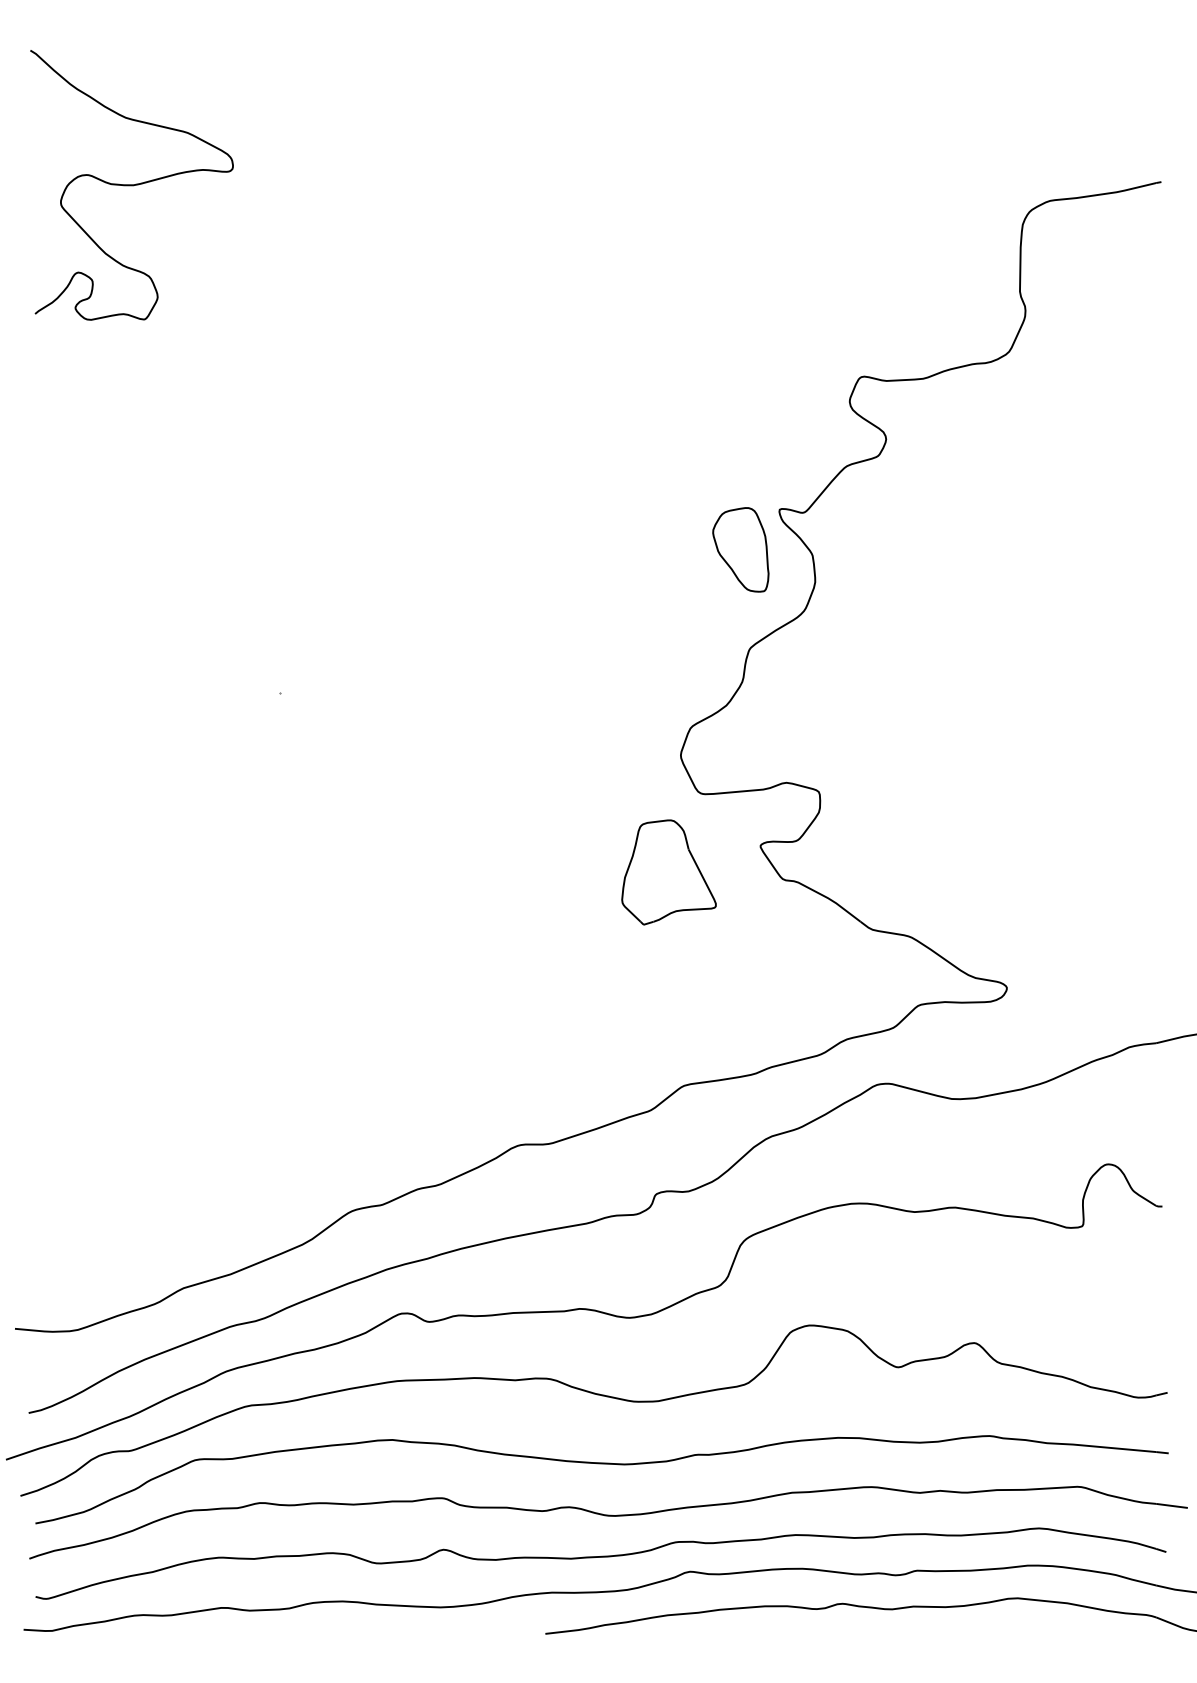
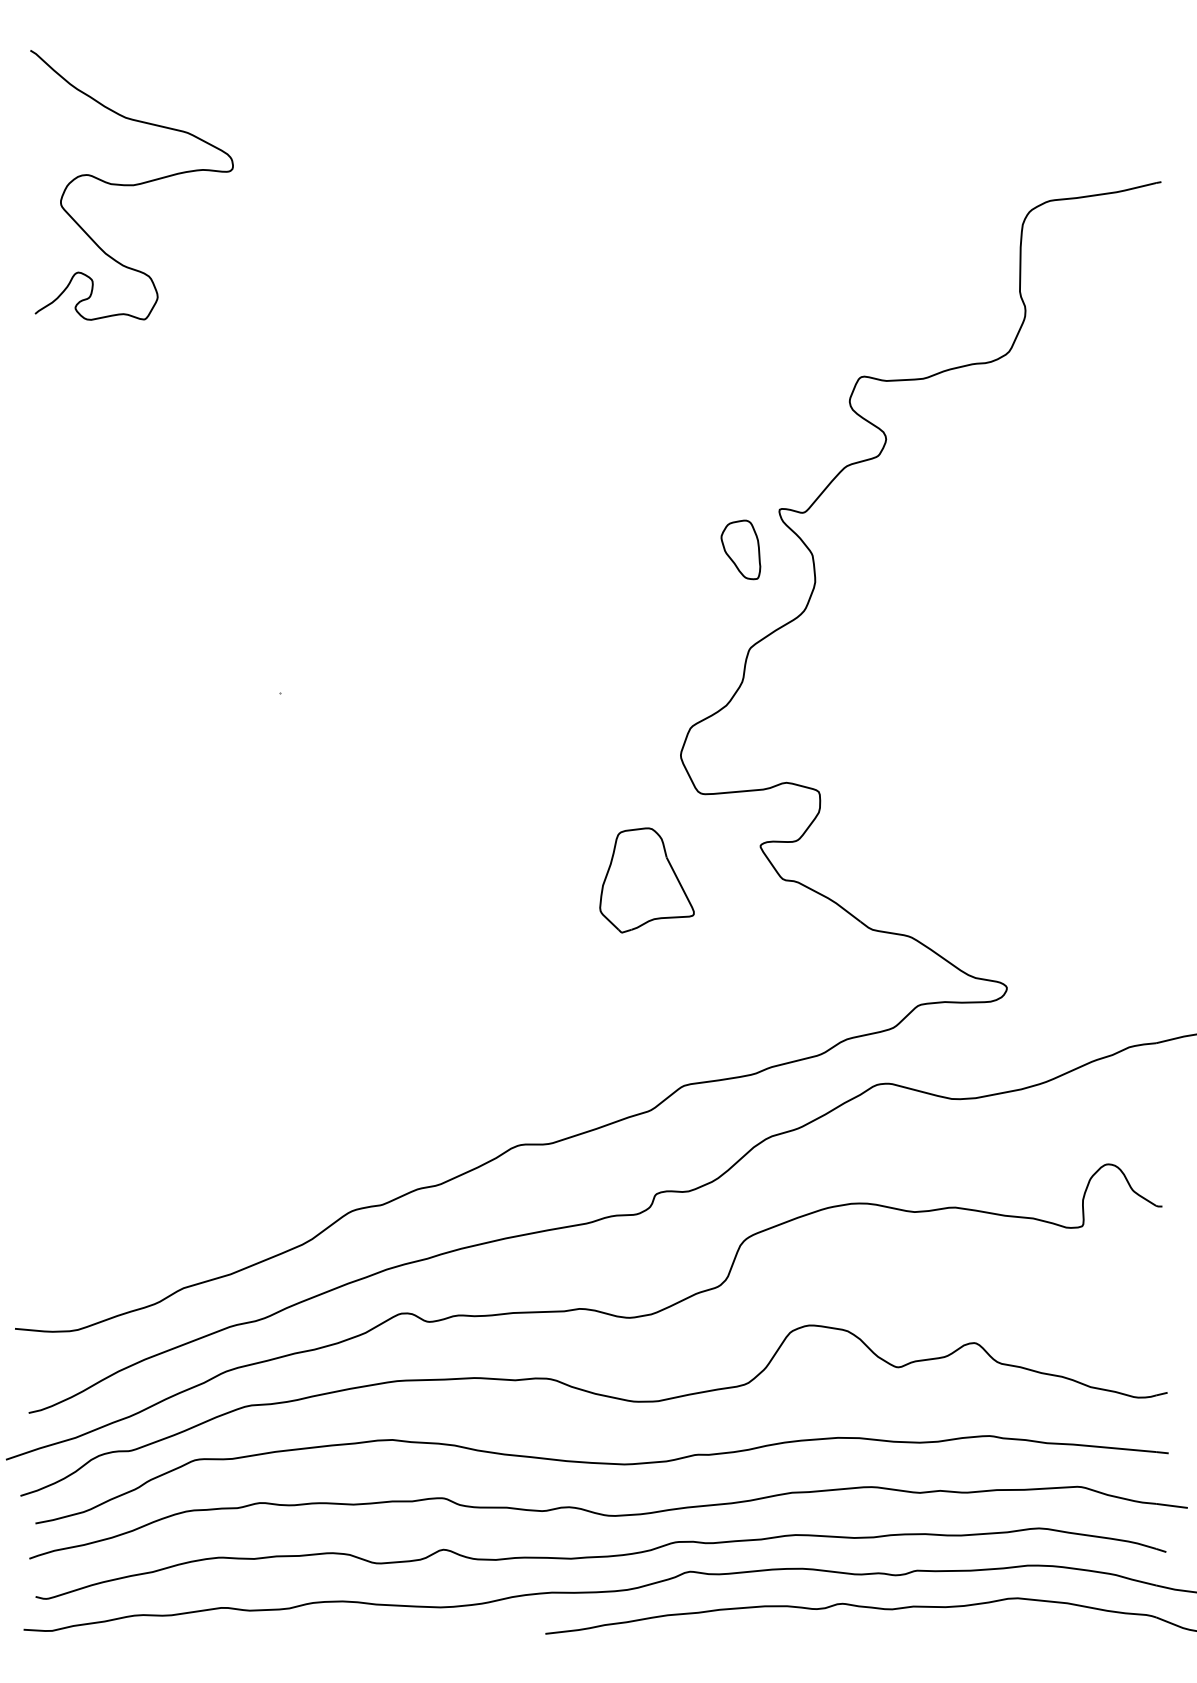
part at (740, 549) size: 58x86 px -> 42x62 px
part at (668, 872) position: (668, 872) -> (646, 880)
